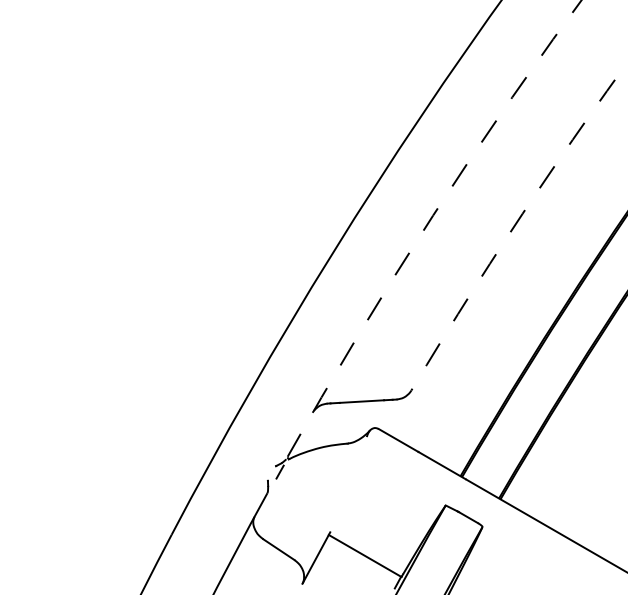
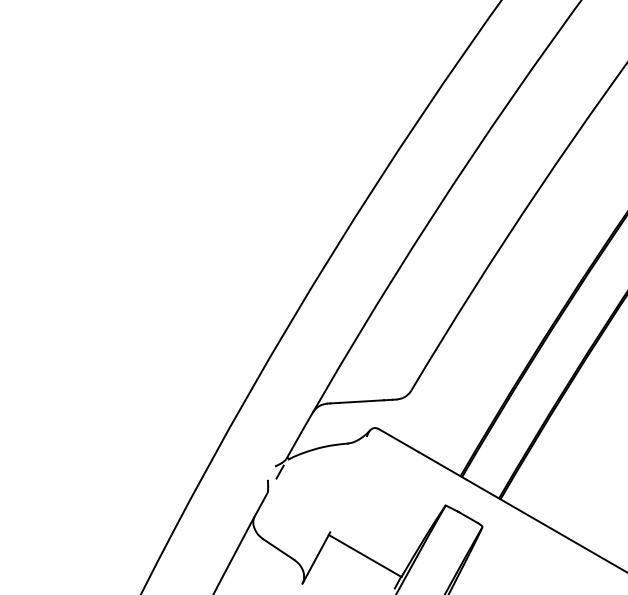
arc at (516, 223): dashed -> solid
arc at (427, 224): dashed -> solid
